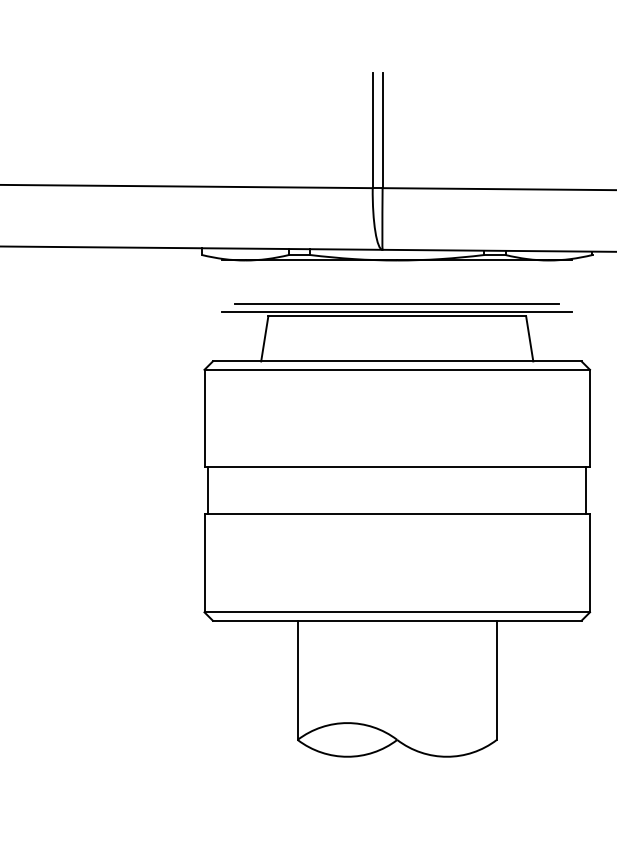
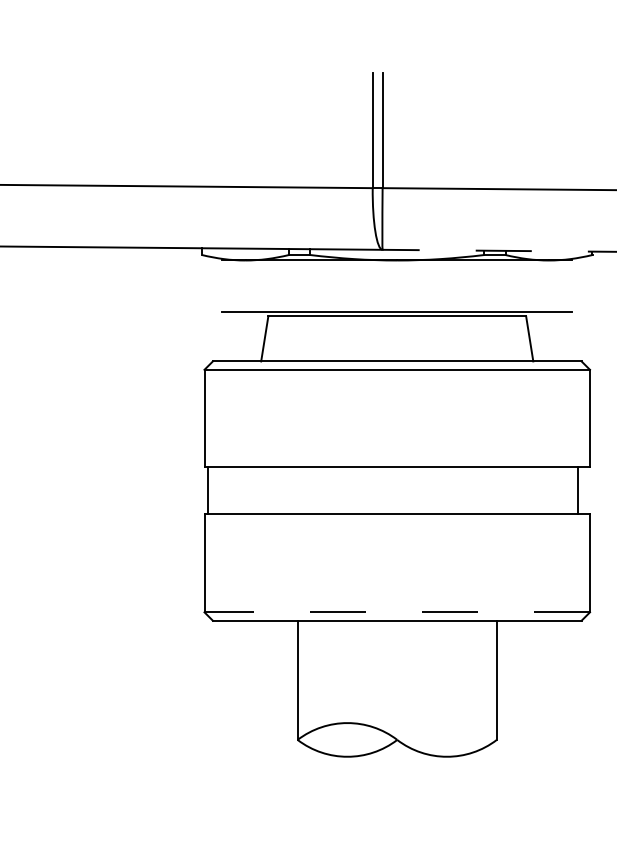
line at (499, 250): solid -> dashed
line at (397, 303): present -> none
line at (586, 490) position: (586, 490) -> (578, 490)
line at (397, 612): solid -> dashed
